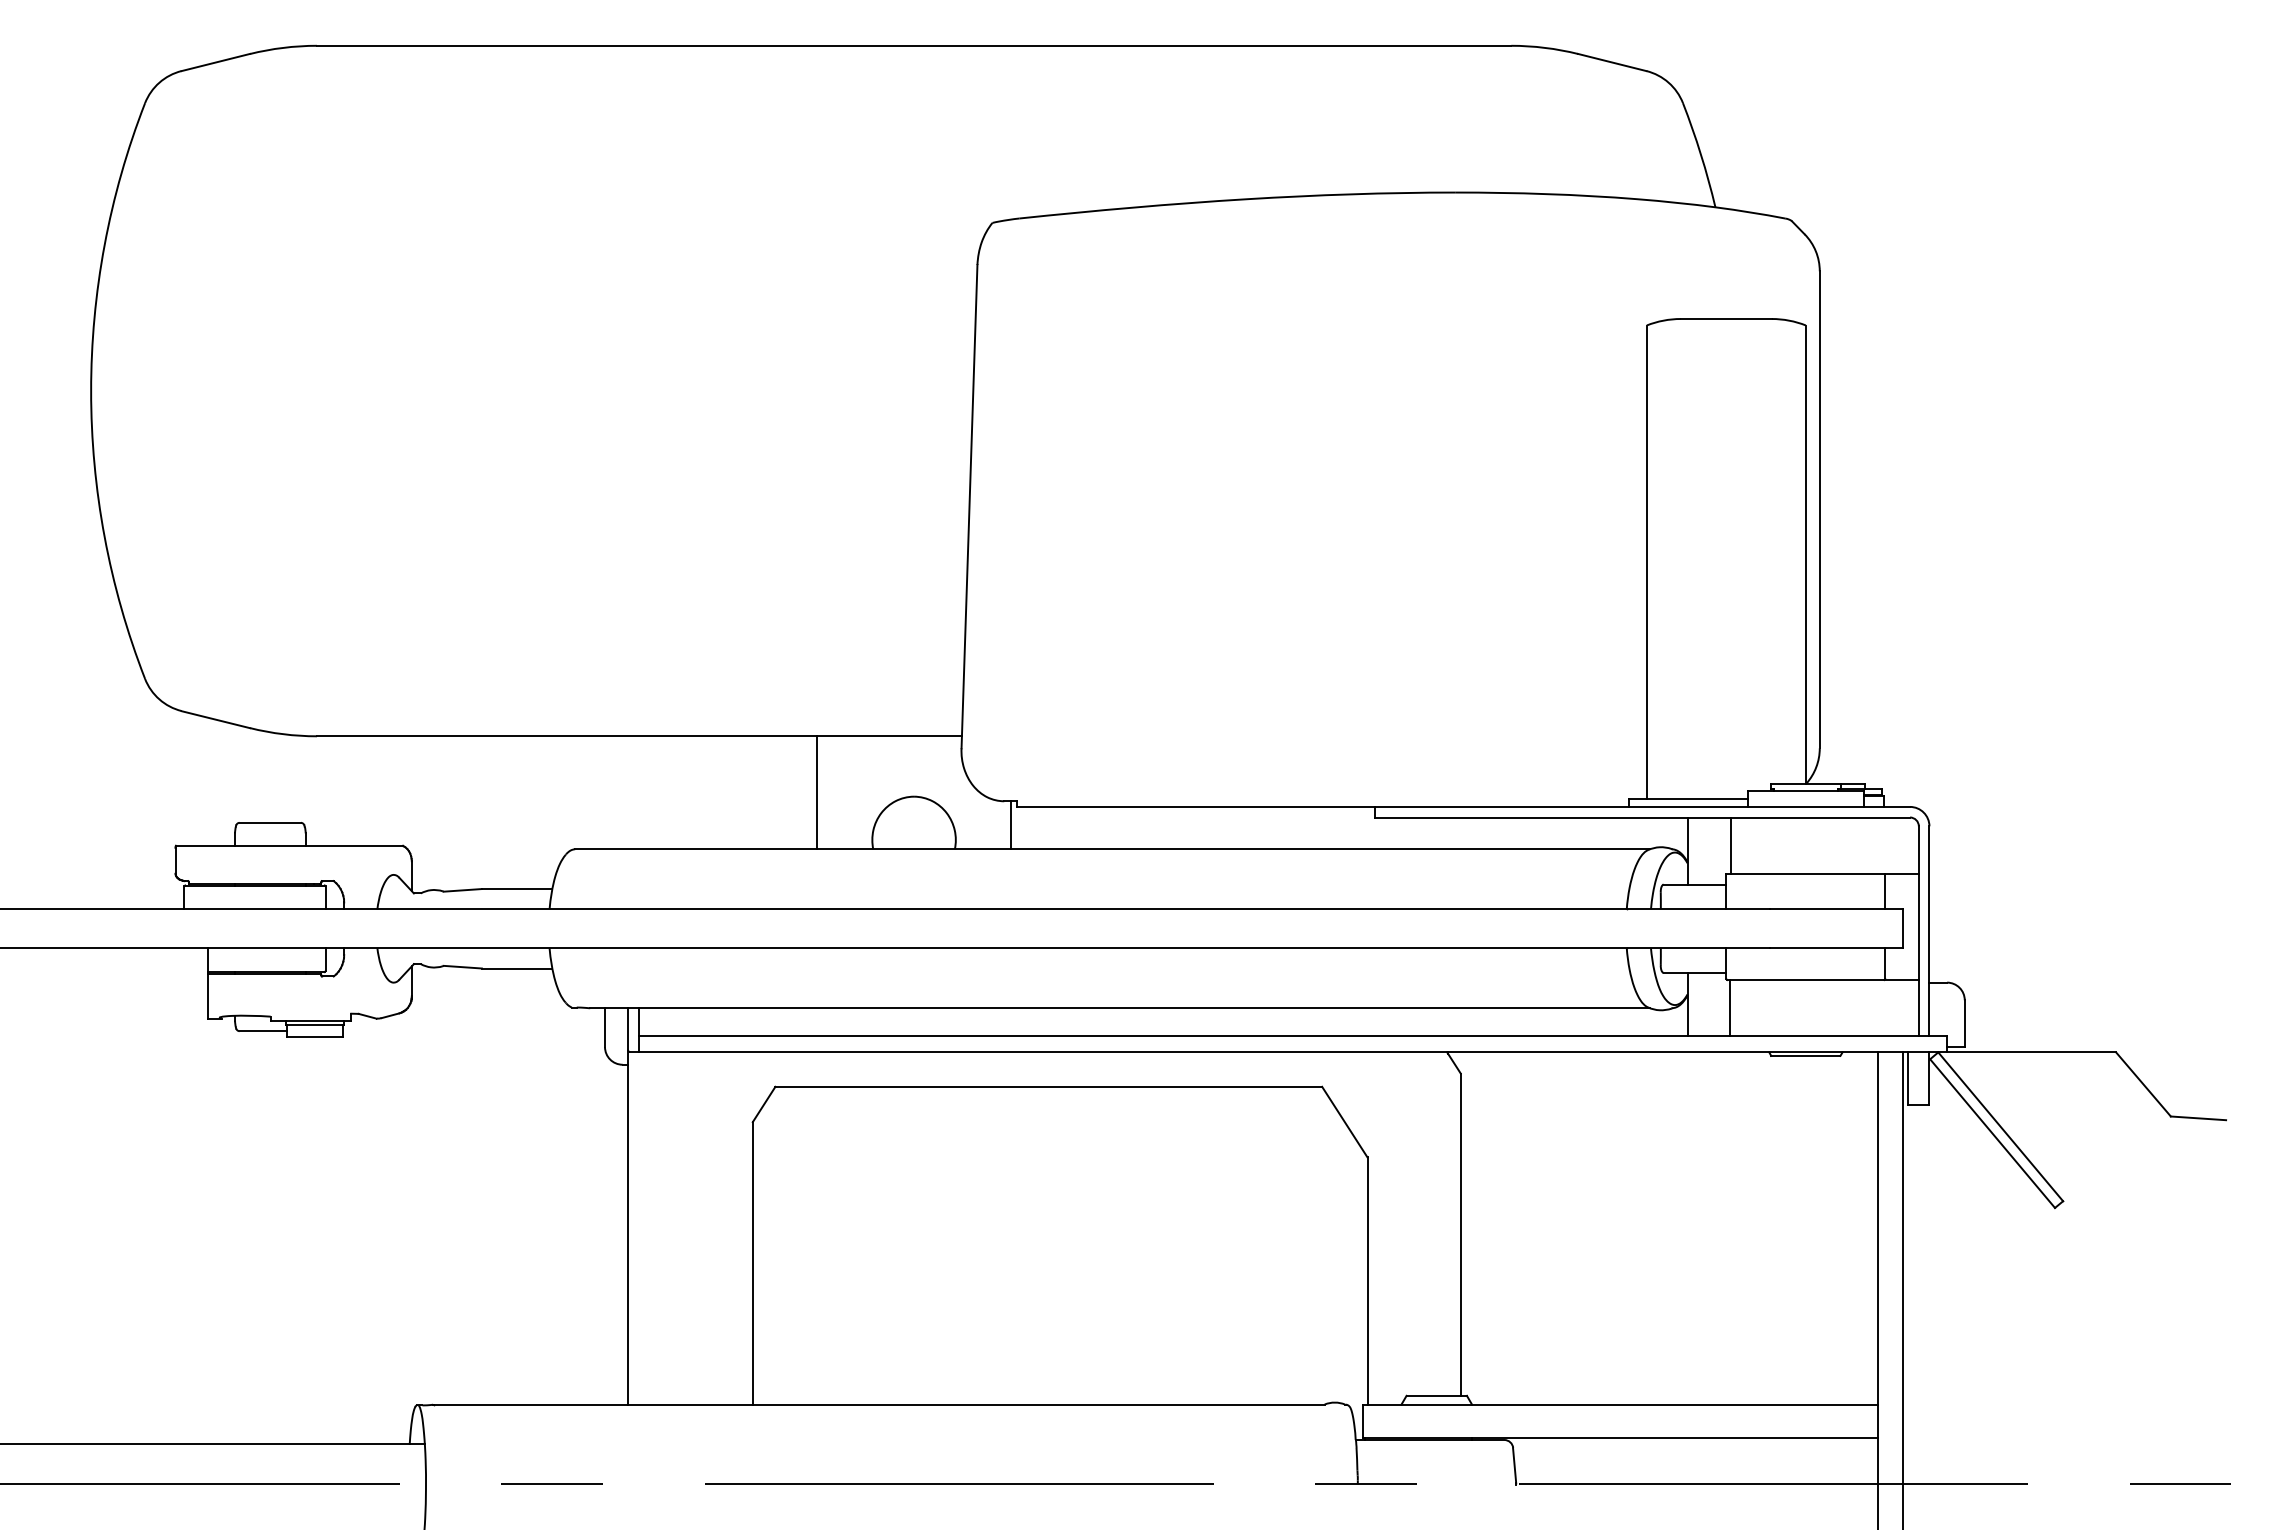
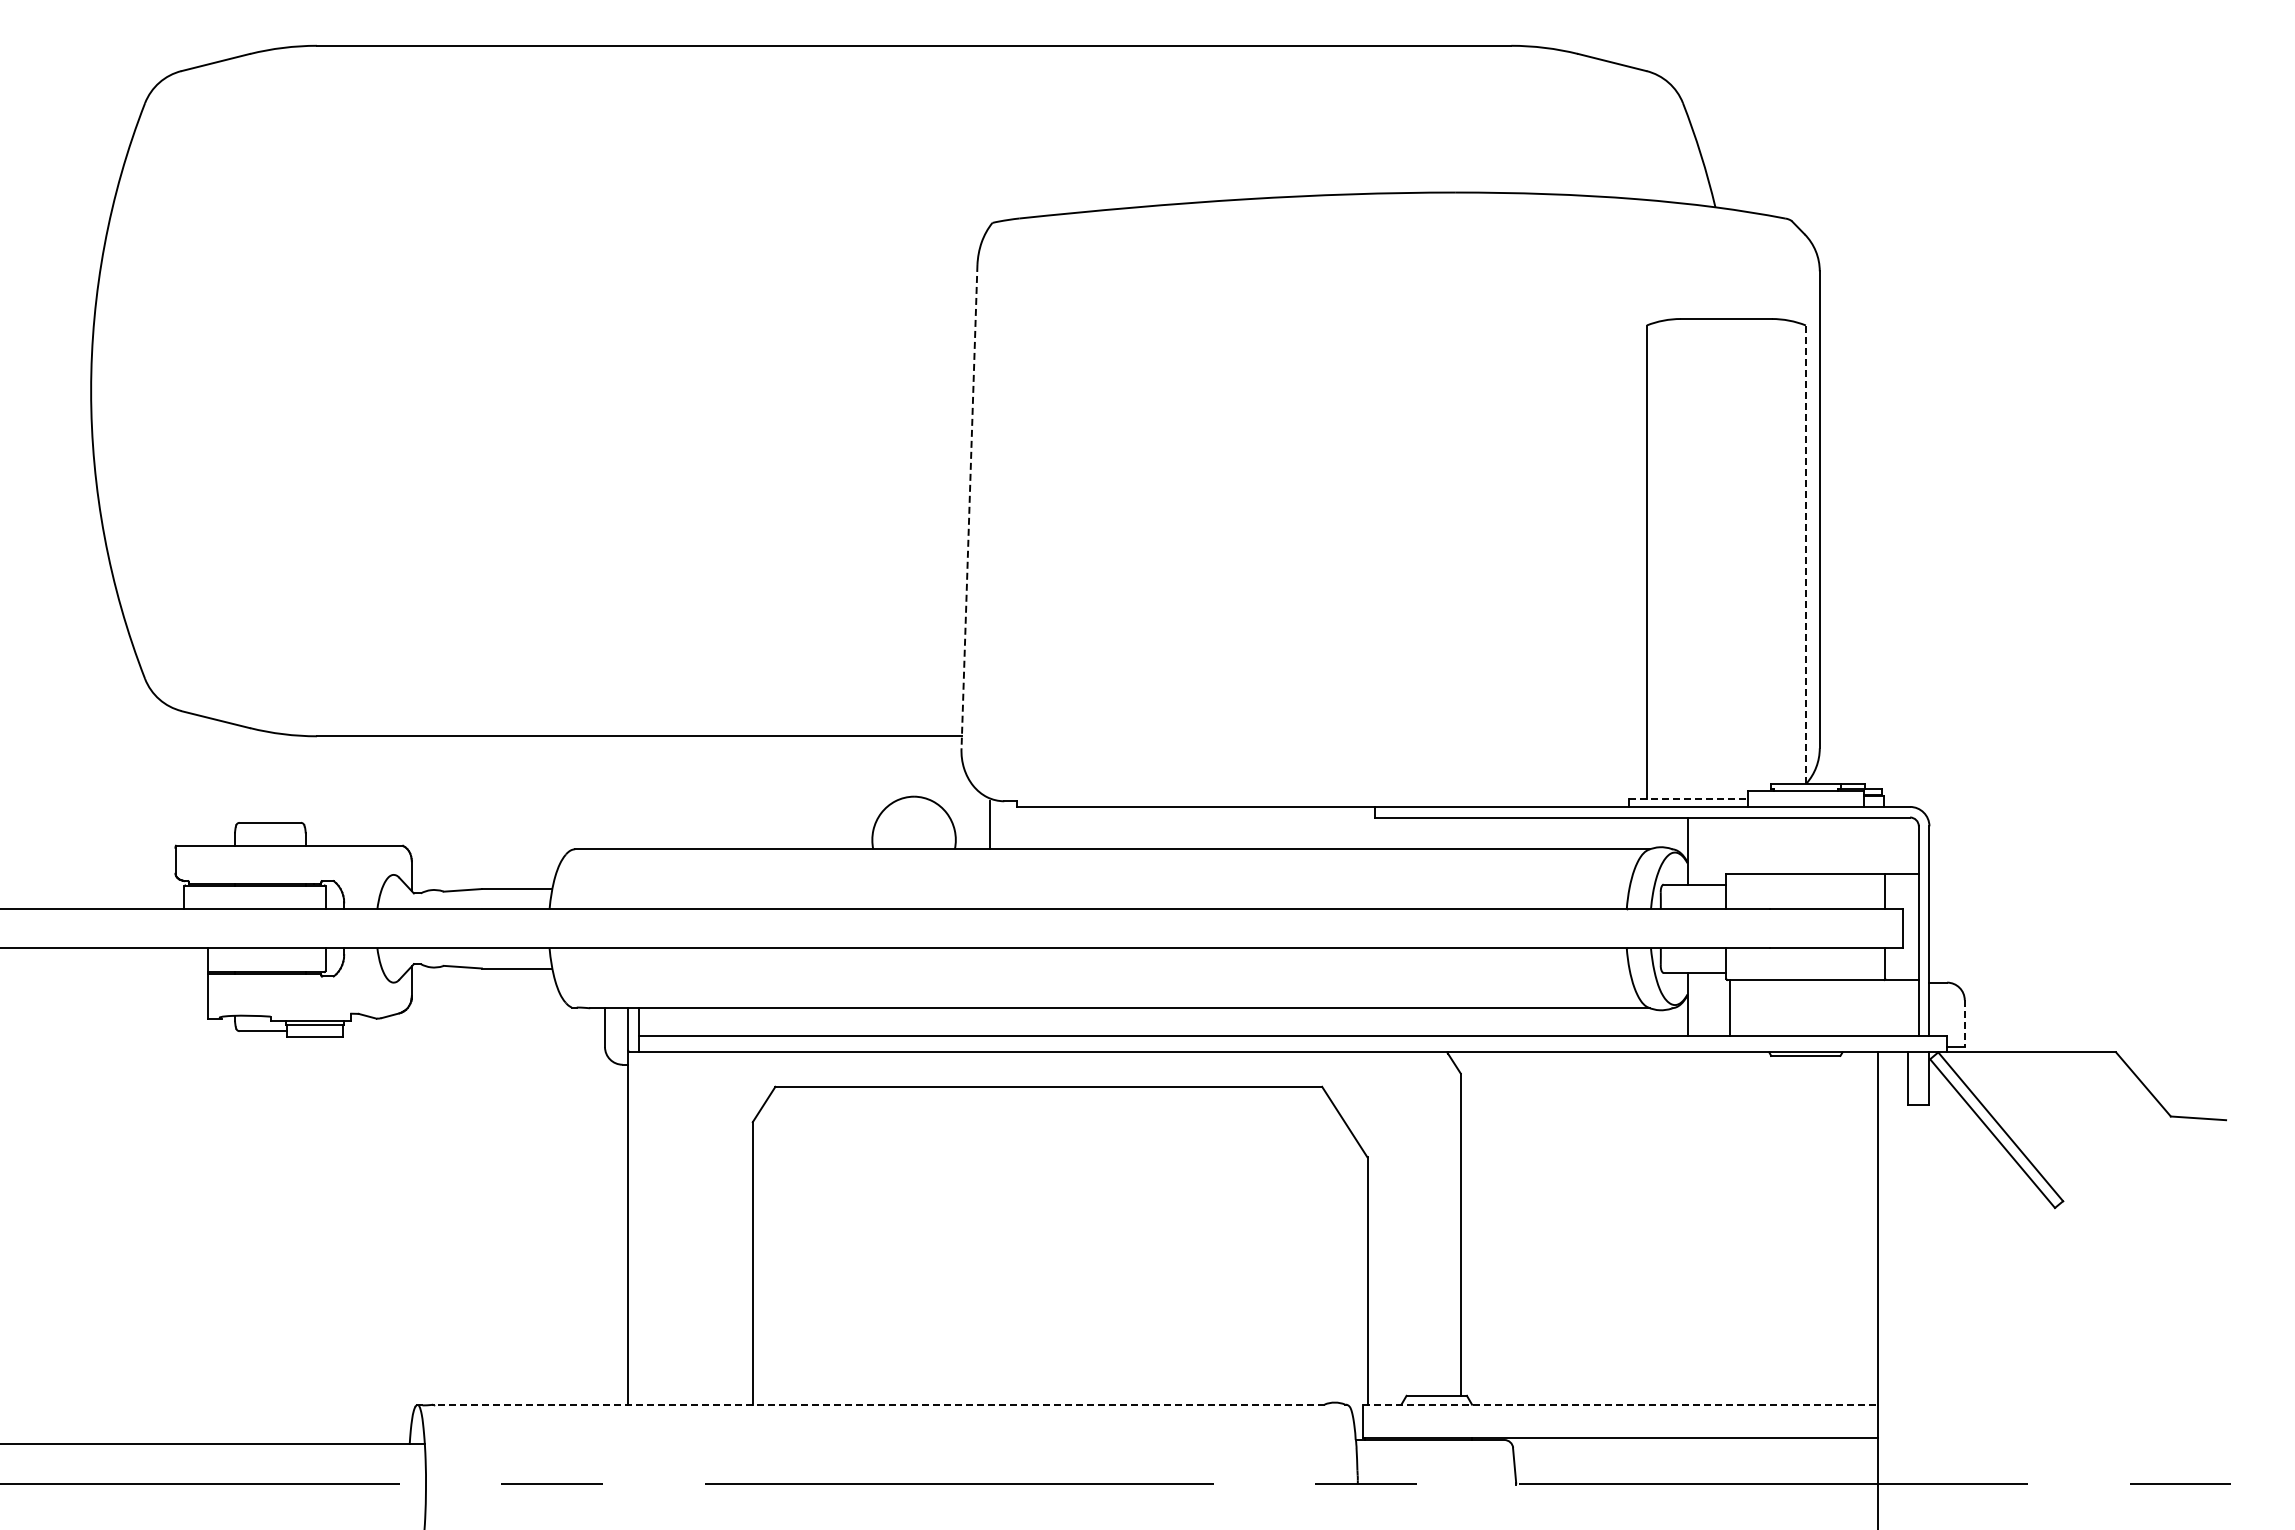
line at (969, 506): solid -> dashed
line at (1805, 554): solid -> dashed
line at (816, 792): present -> none
line at (1688, 798): solid -> dashed
line at (1011, 825) position: (1011, 825) -> (990, 825)
line at (1730, 845): present -> none
line at (1964, 1024): solid -> dashed
line at (1902, 1289): present -> none
line at (879, 1404): solid -> dashed
line at (1620, 1404): solid -> dashed
